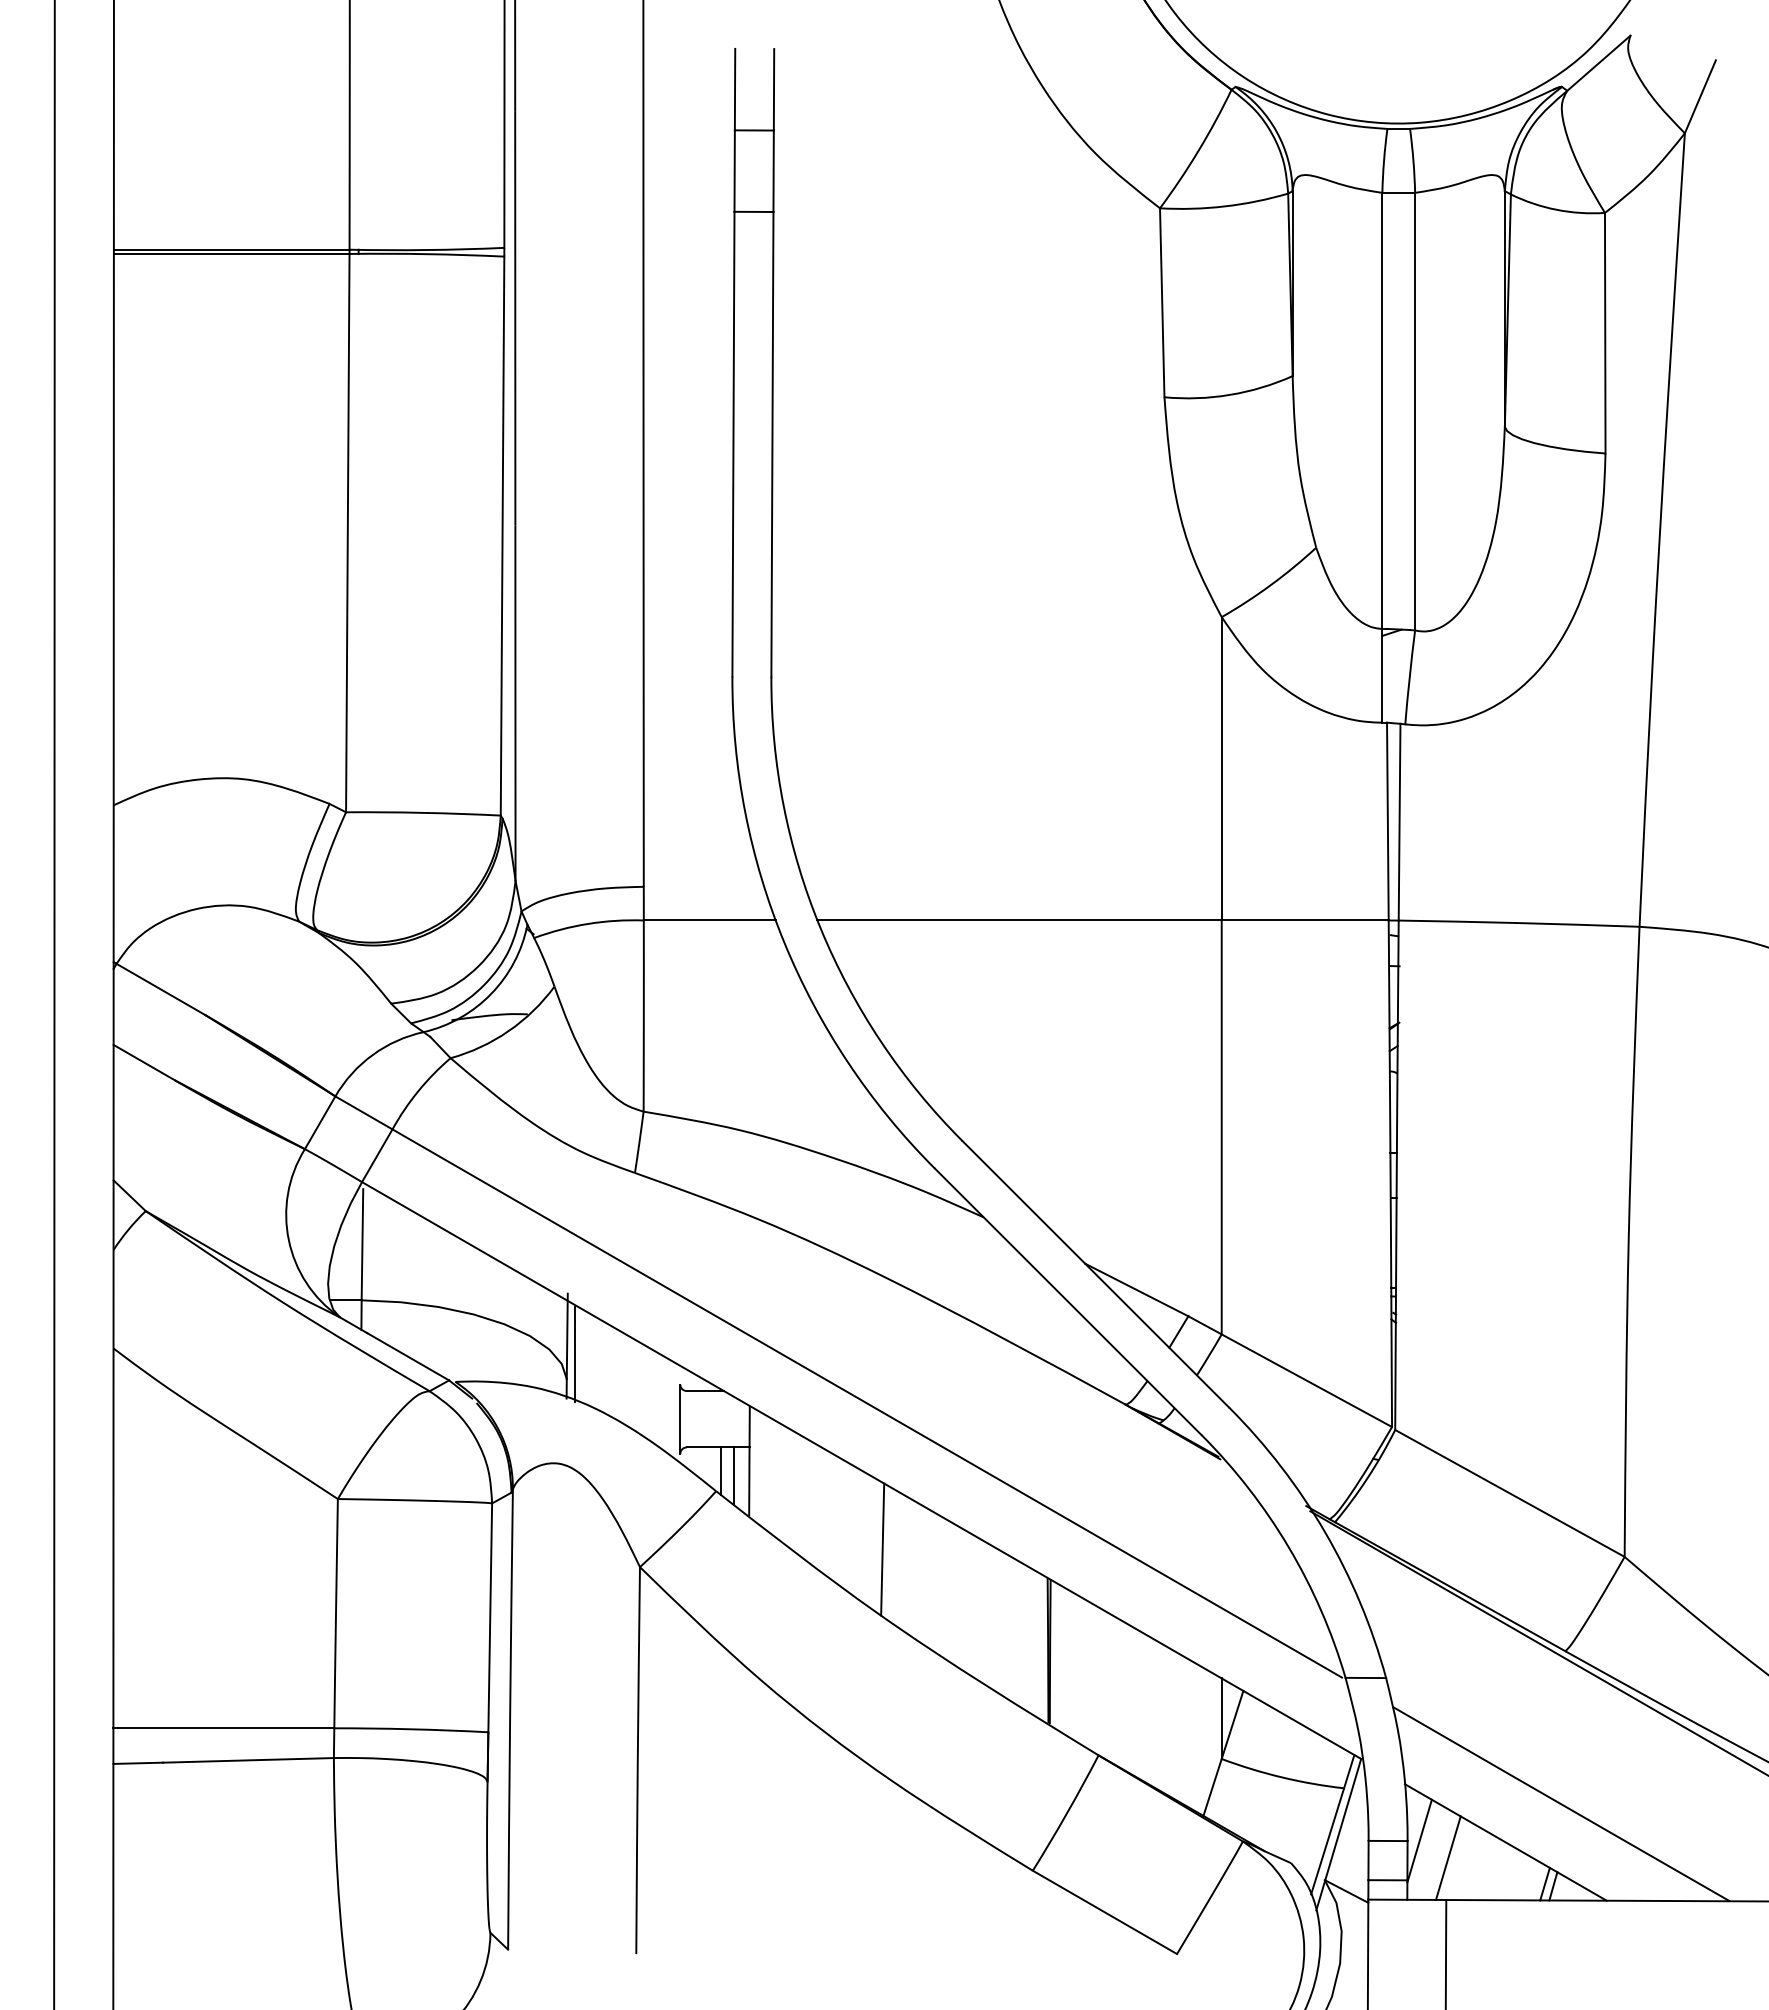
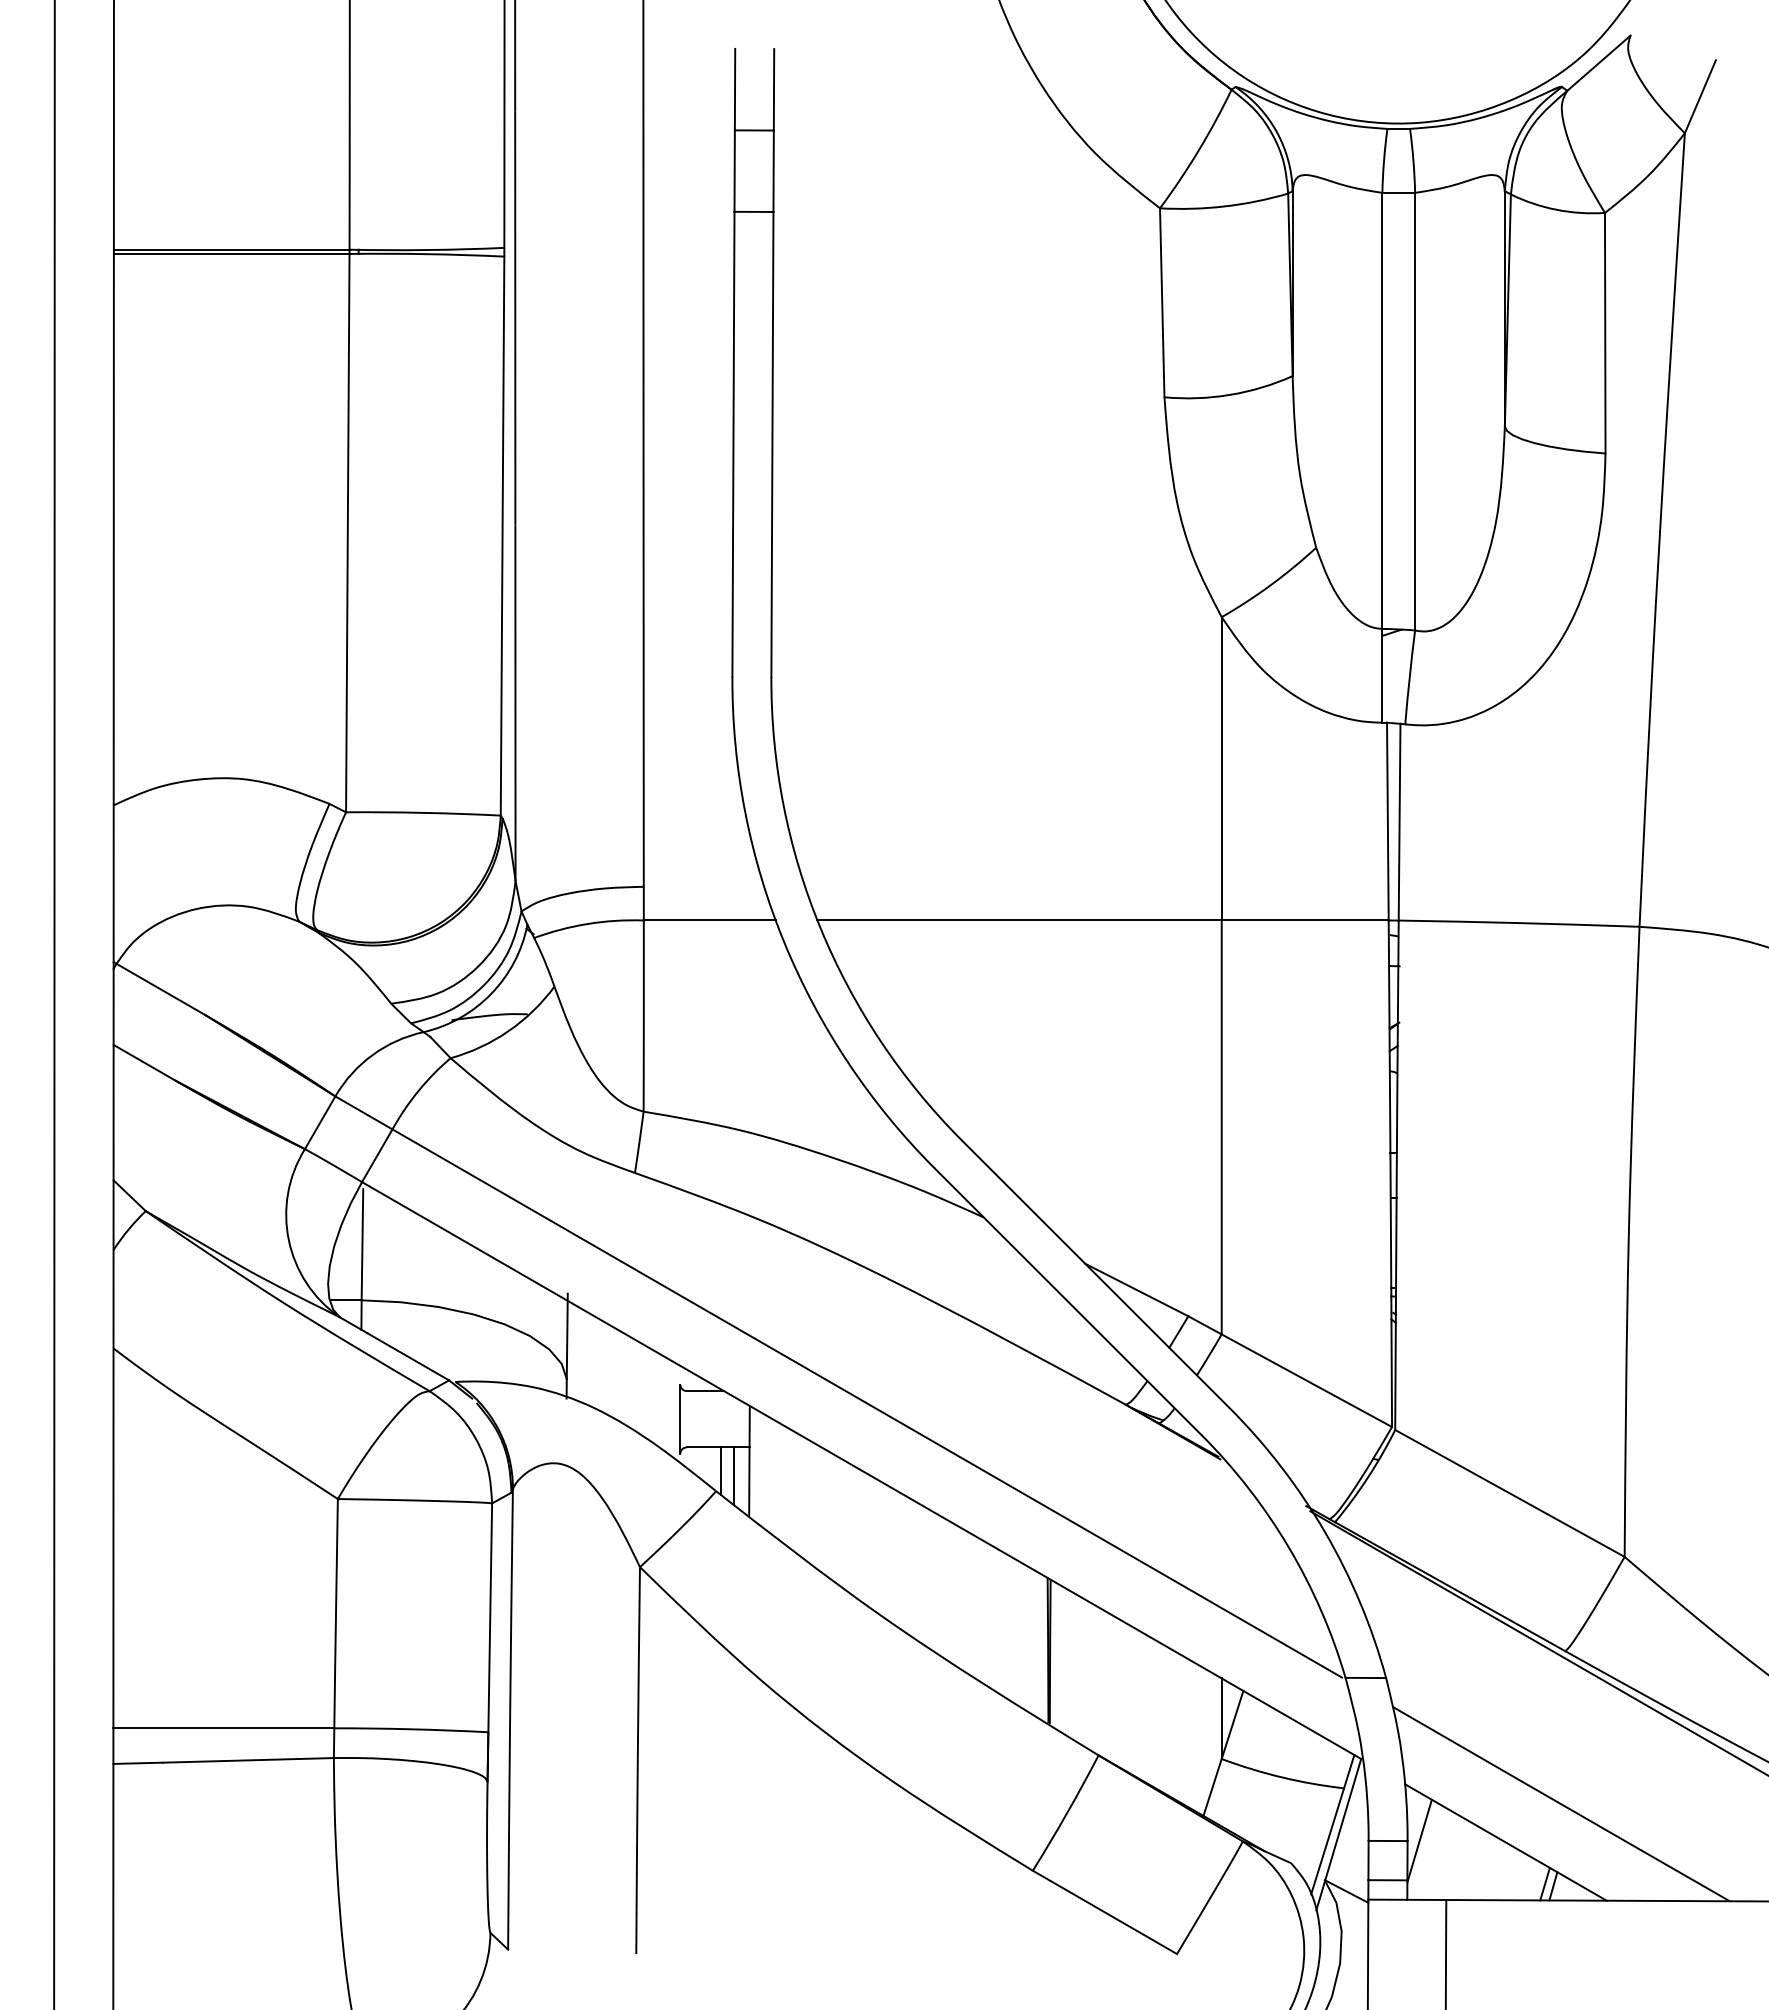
line at (575, 1353): present -> none
line at (882, 1549): present -> none
line at (1447, 1857): present -> none
